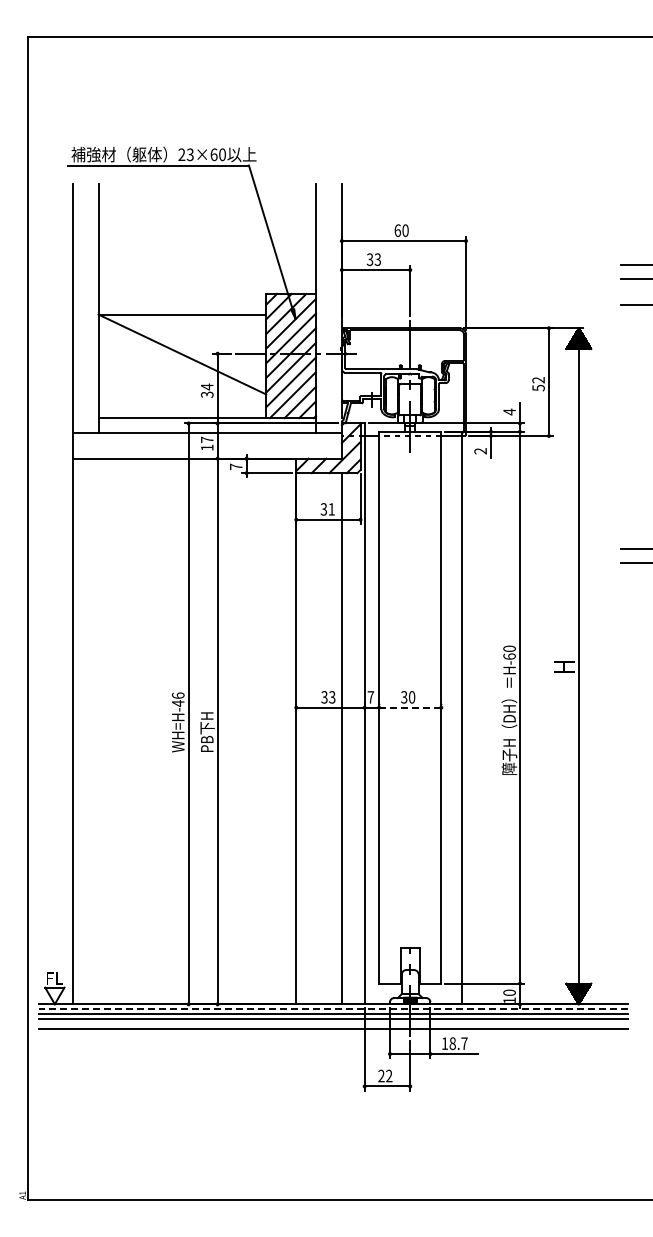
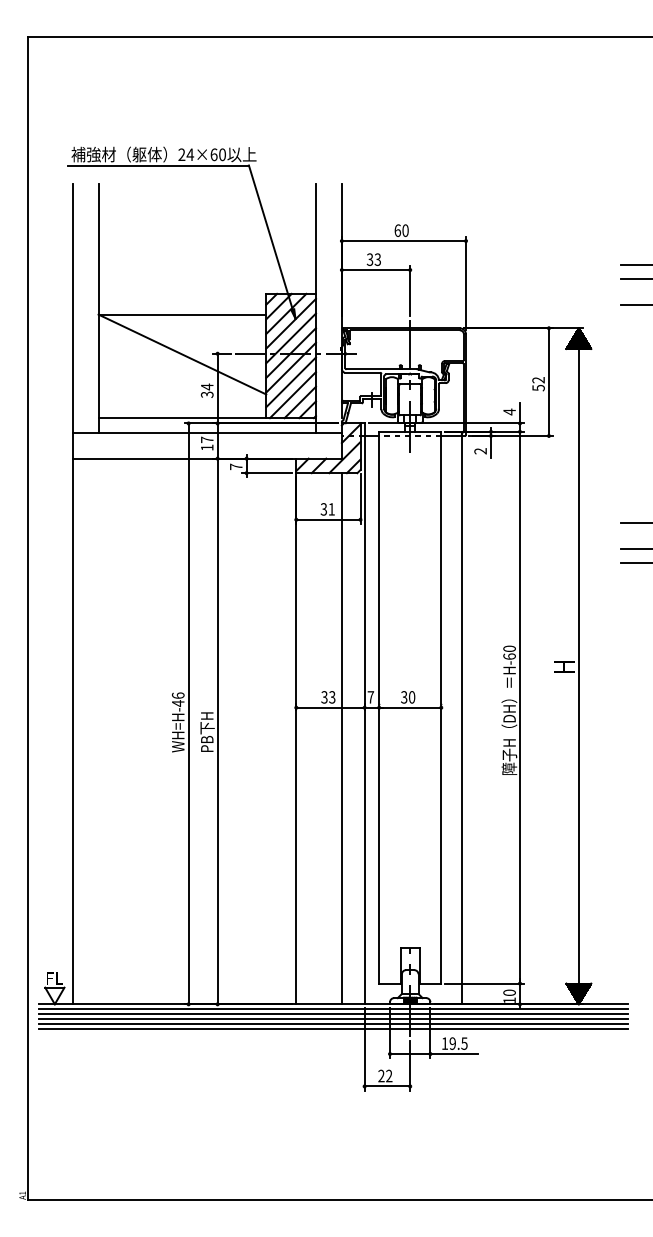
text at (190, 154): 23×60 -> 24×60
line at (634, 522): none -> present
line at (409, 707): dashed -> solid
line at (333, 1009): dashed -> solid
line at (333, 1024): none -> present
text at (458, 1043): 18.7 -> 19.5
